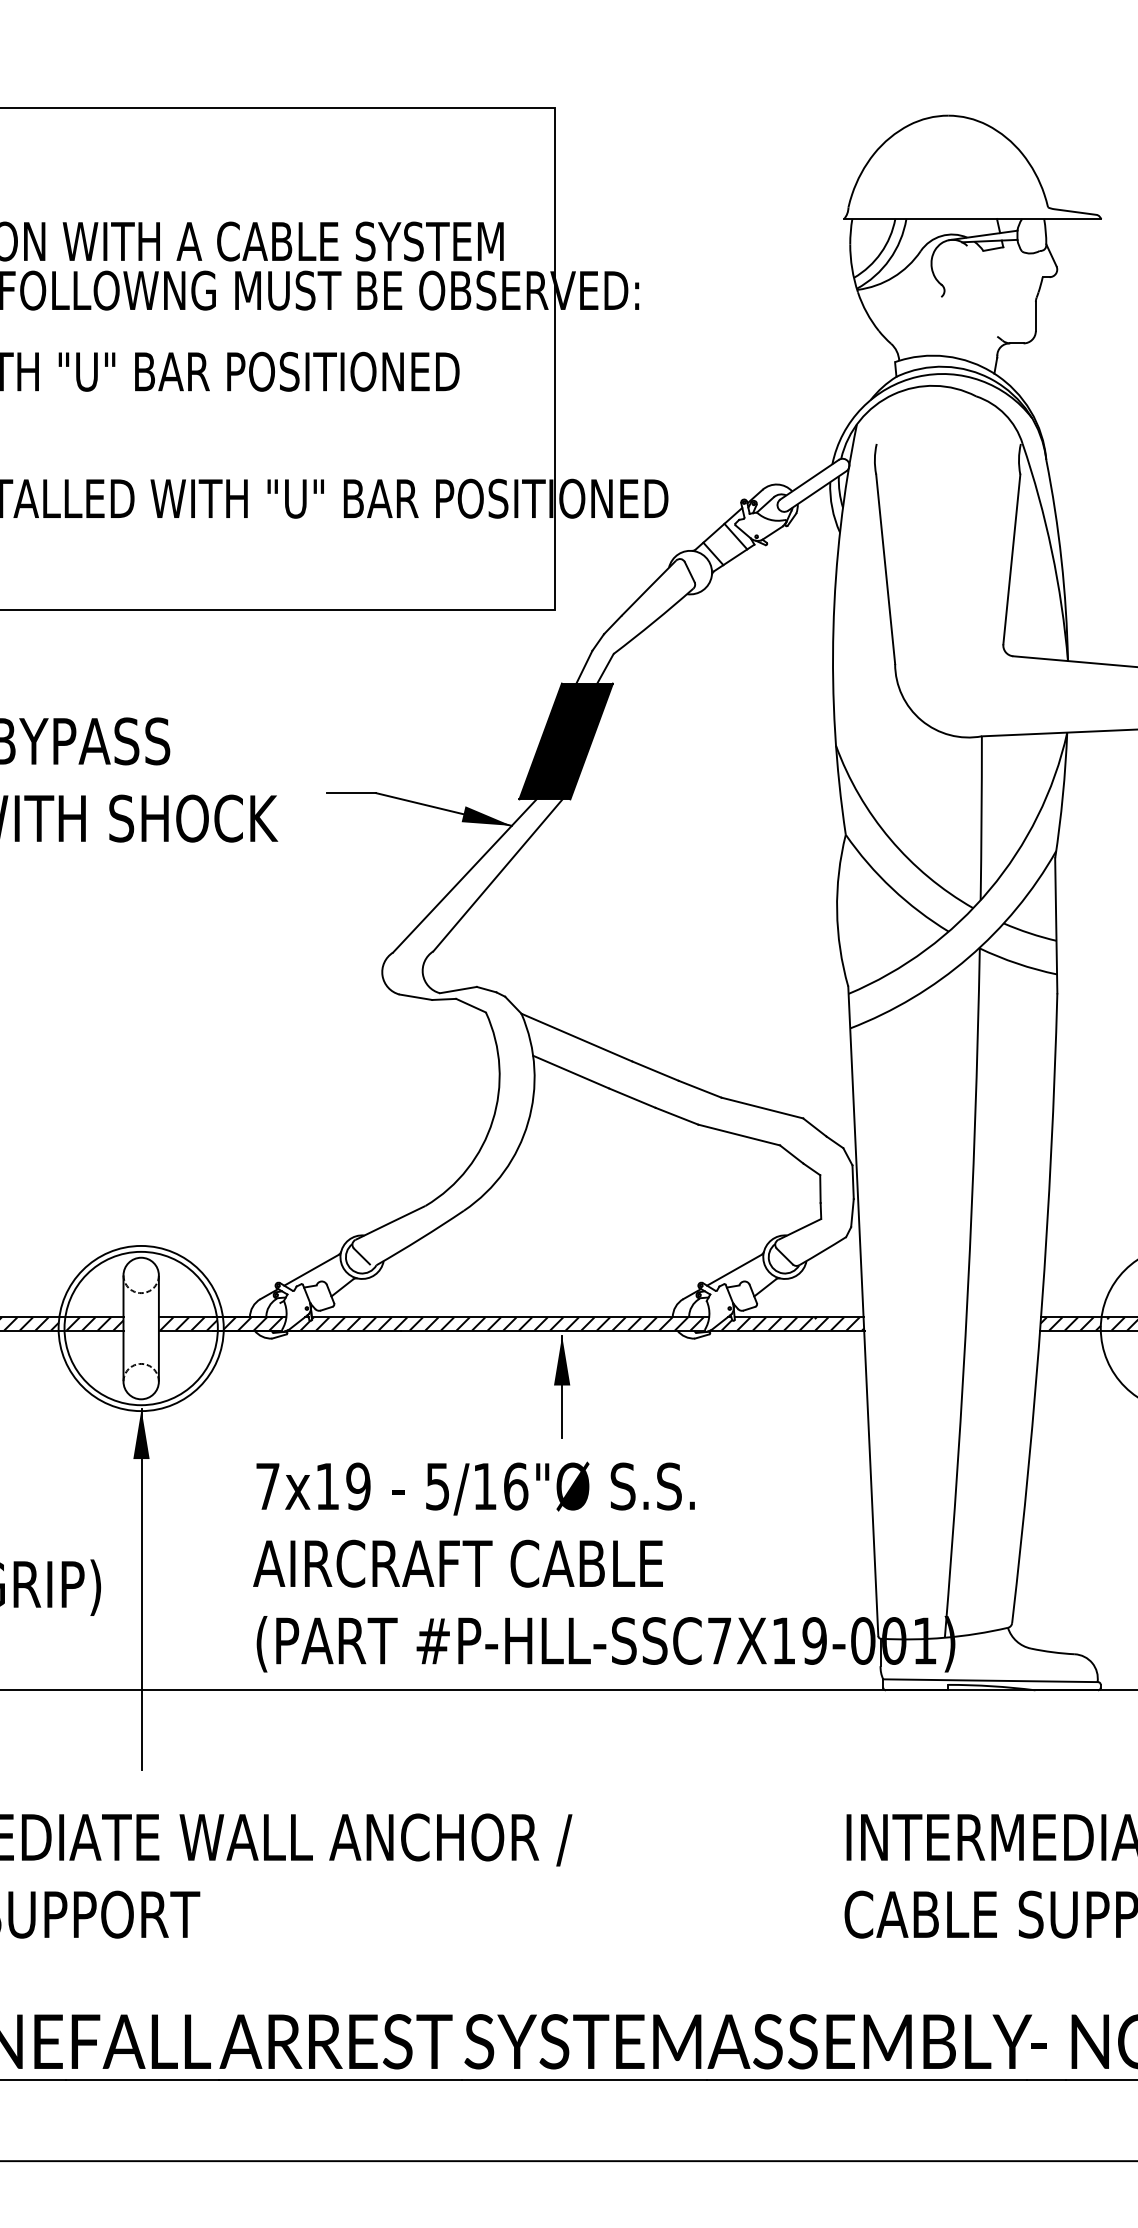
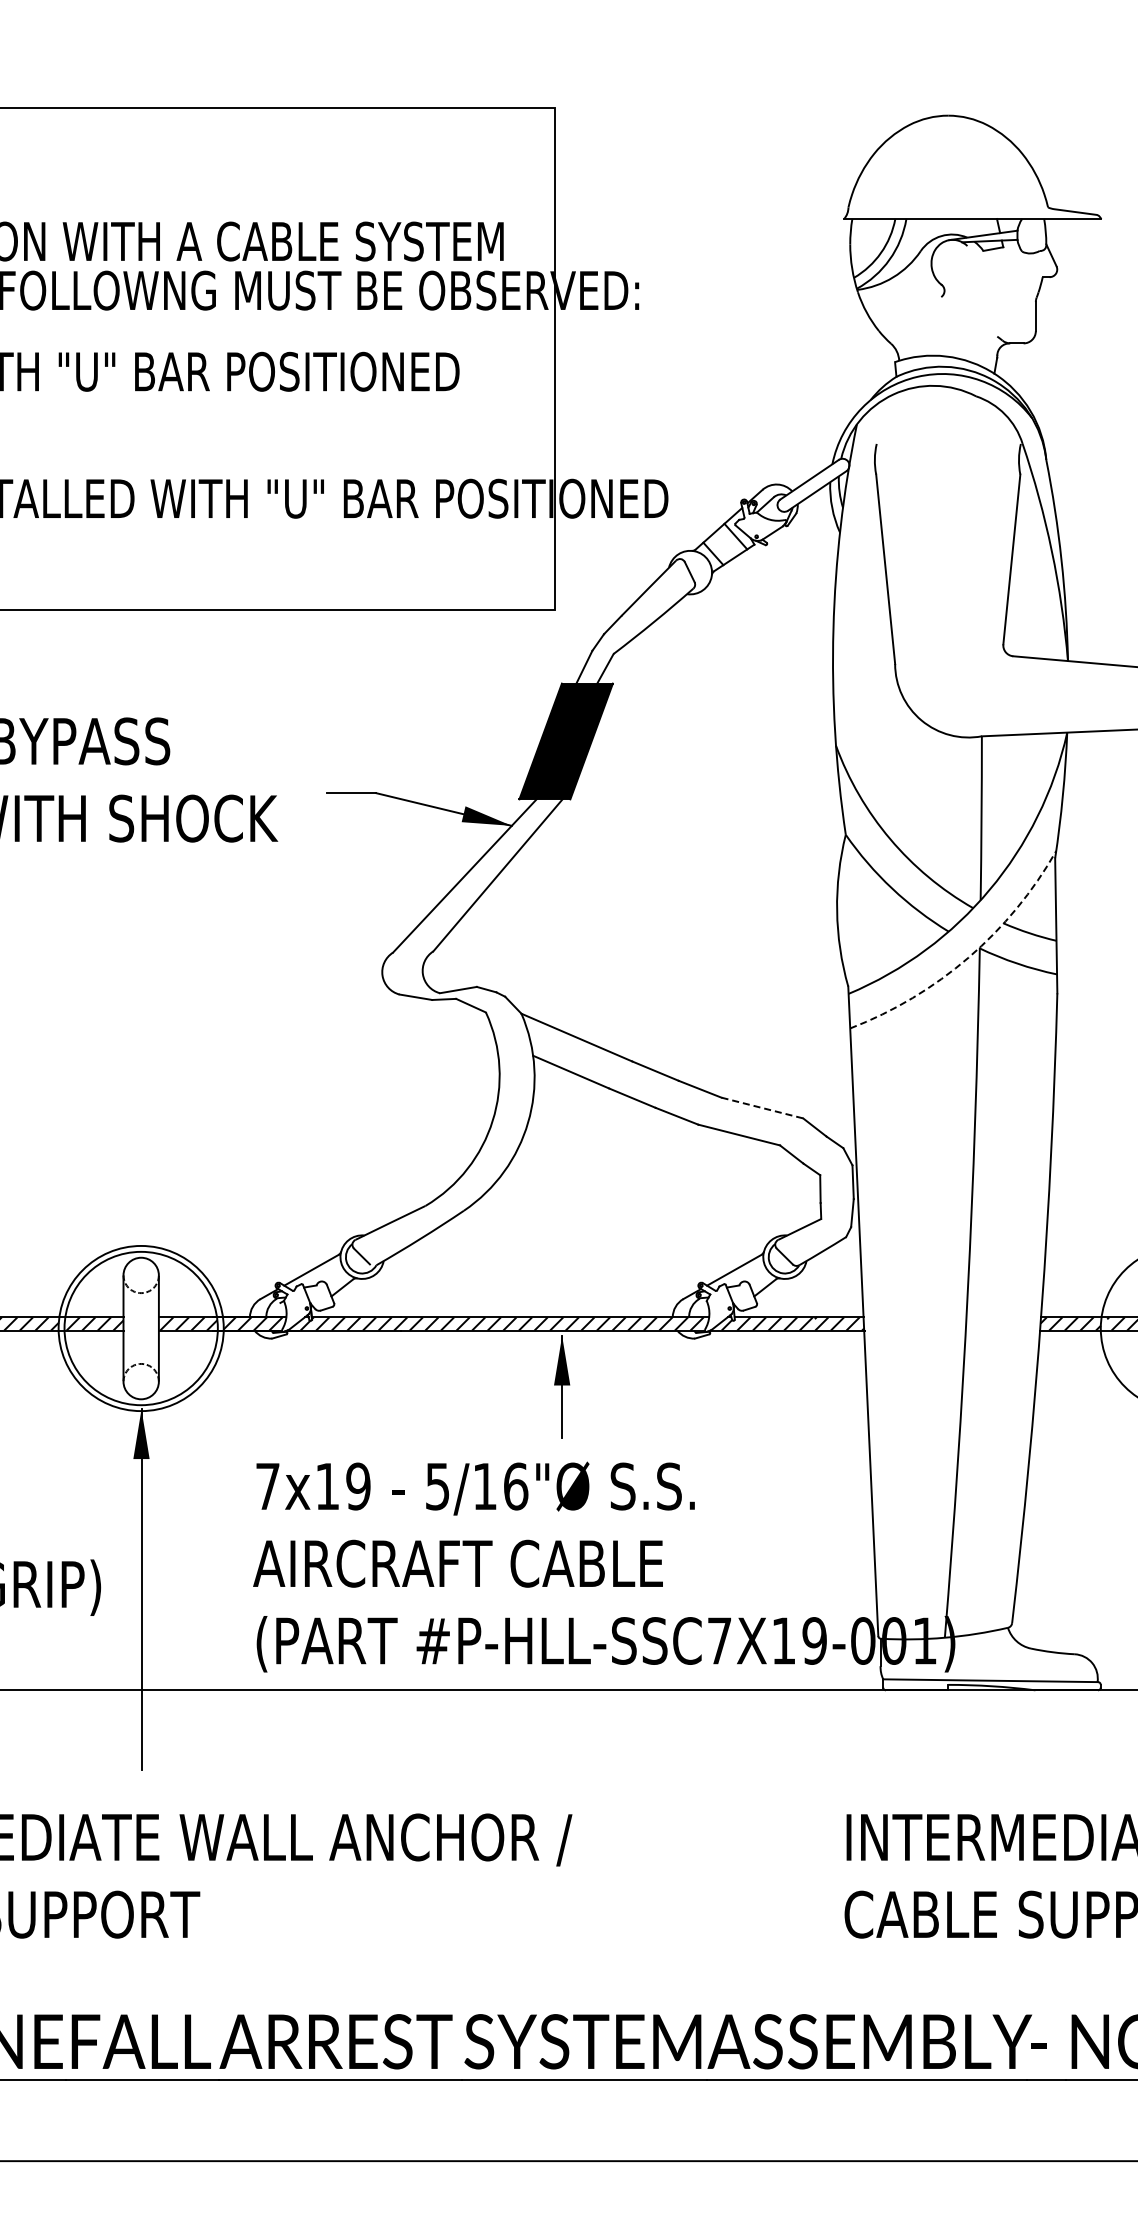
arc at (968, 957): solid -> dashed
line at (762, 1108): solid -> dashed
